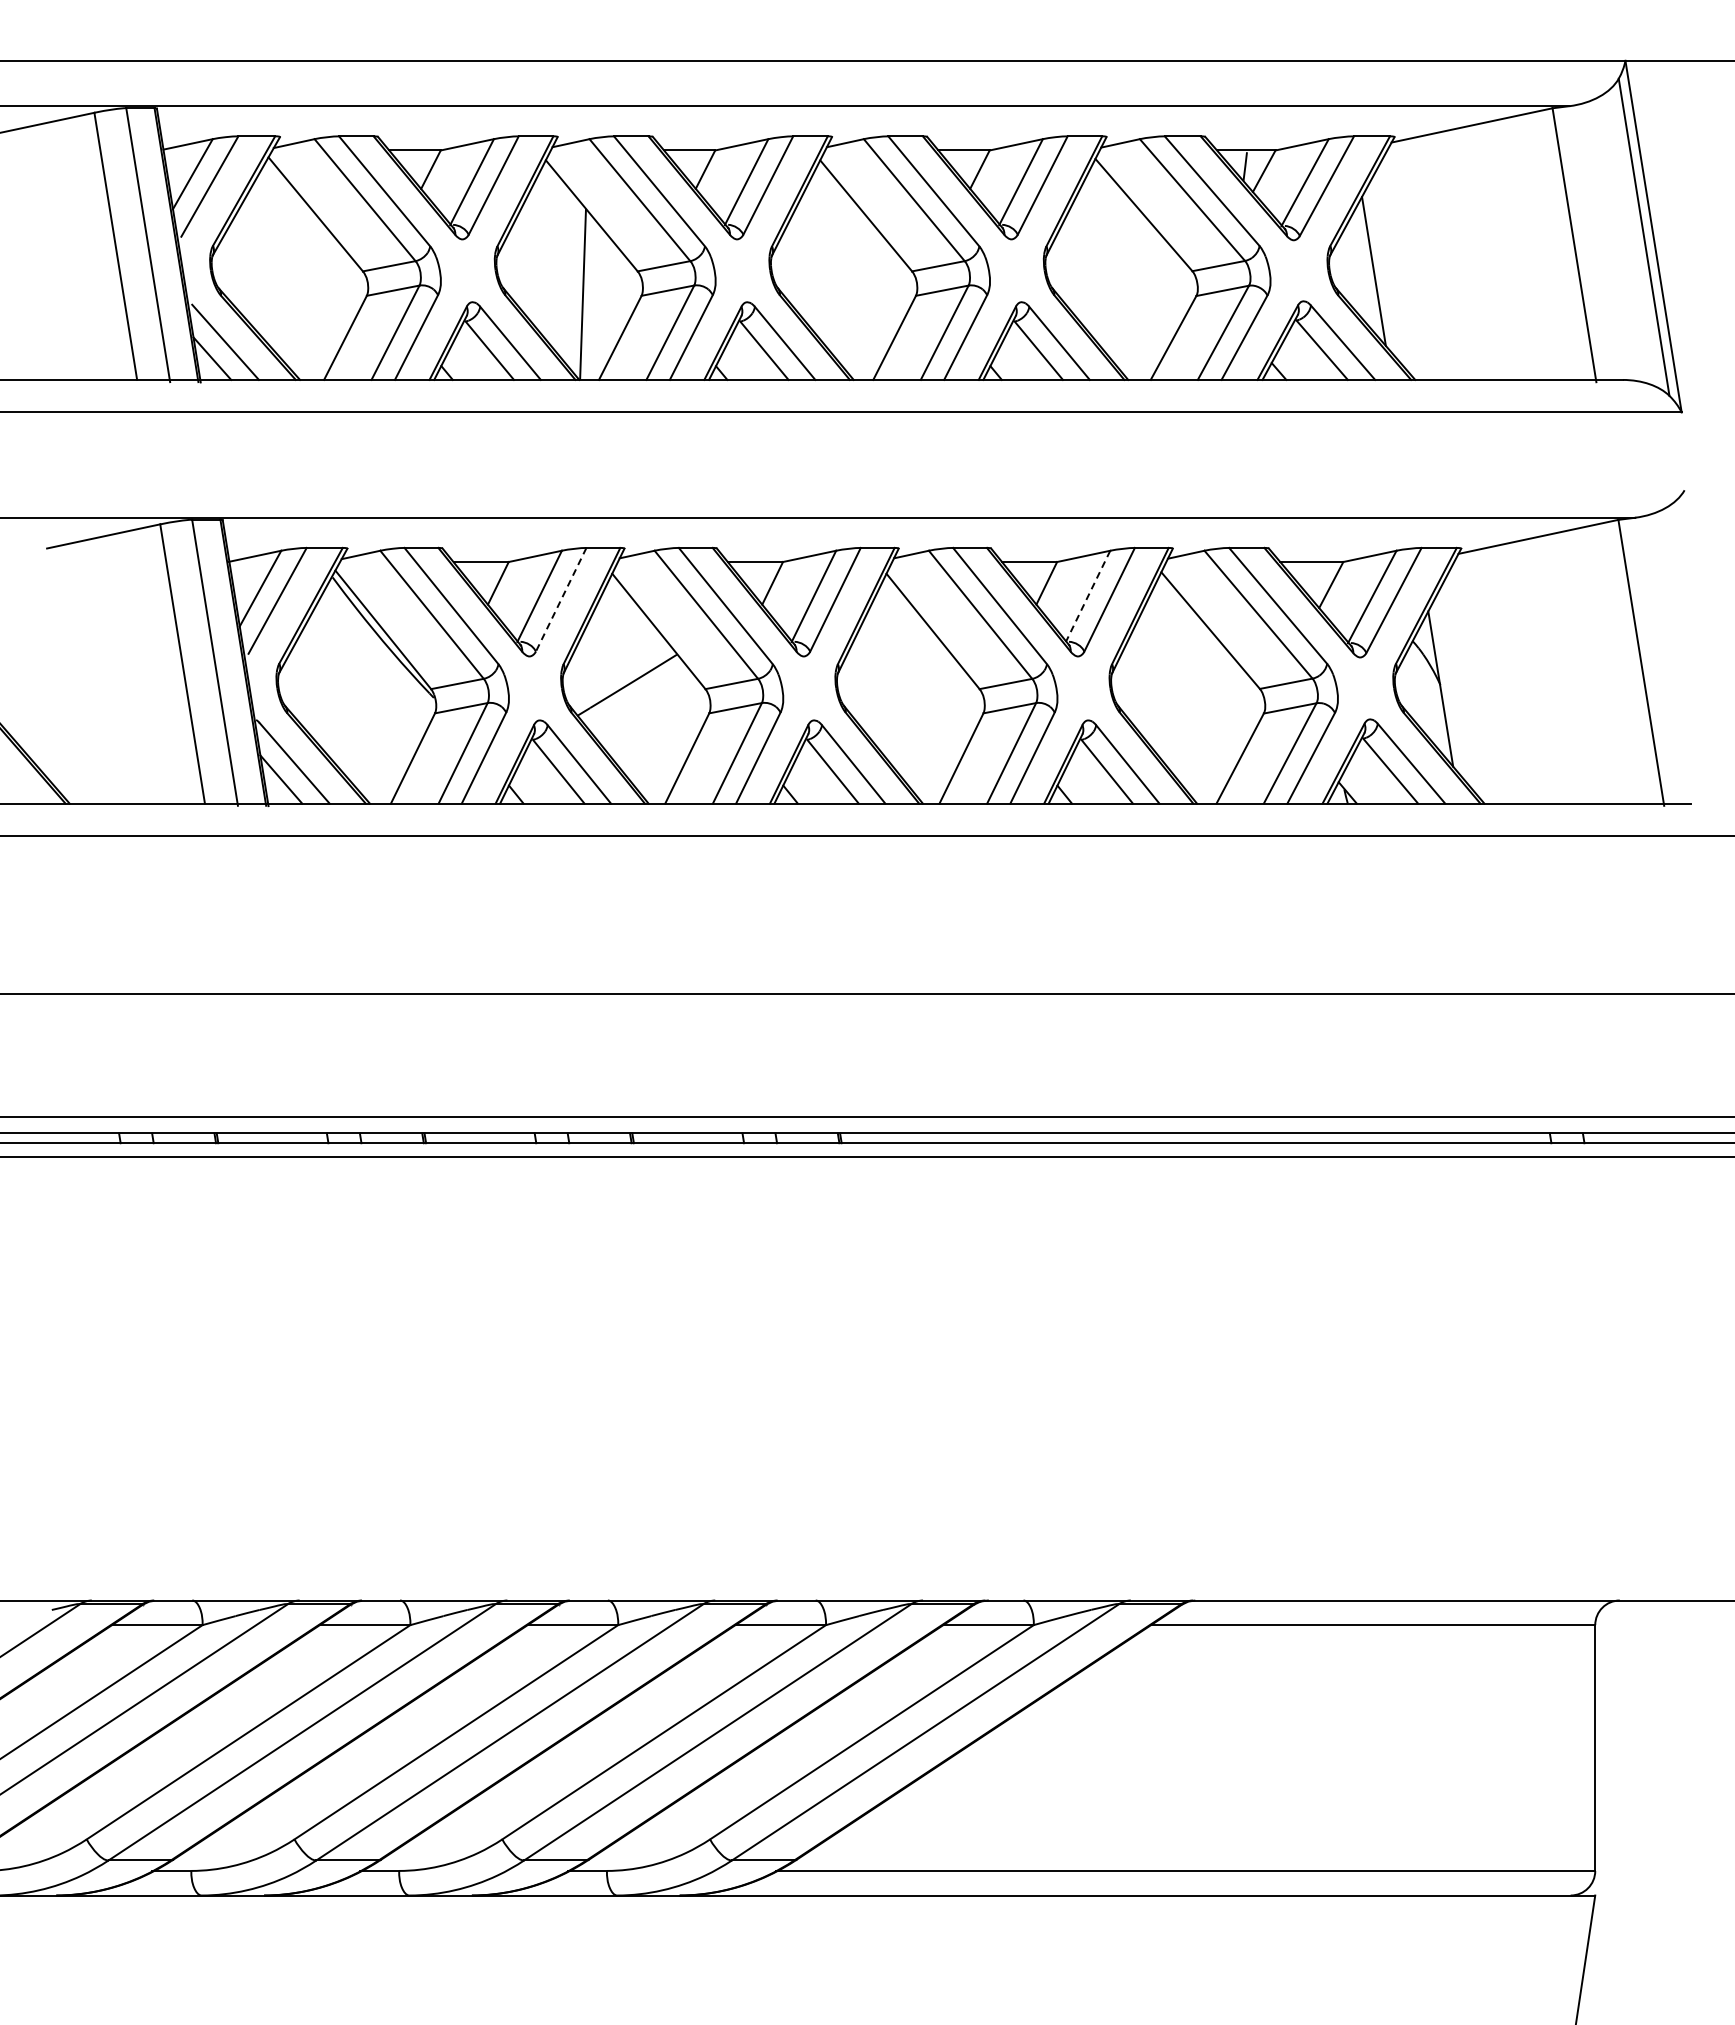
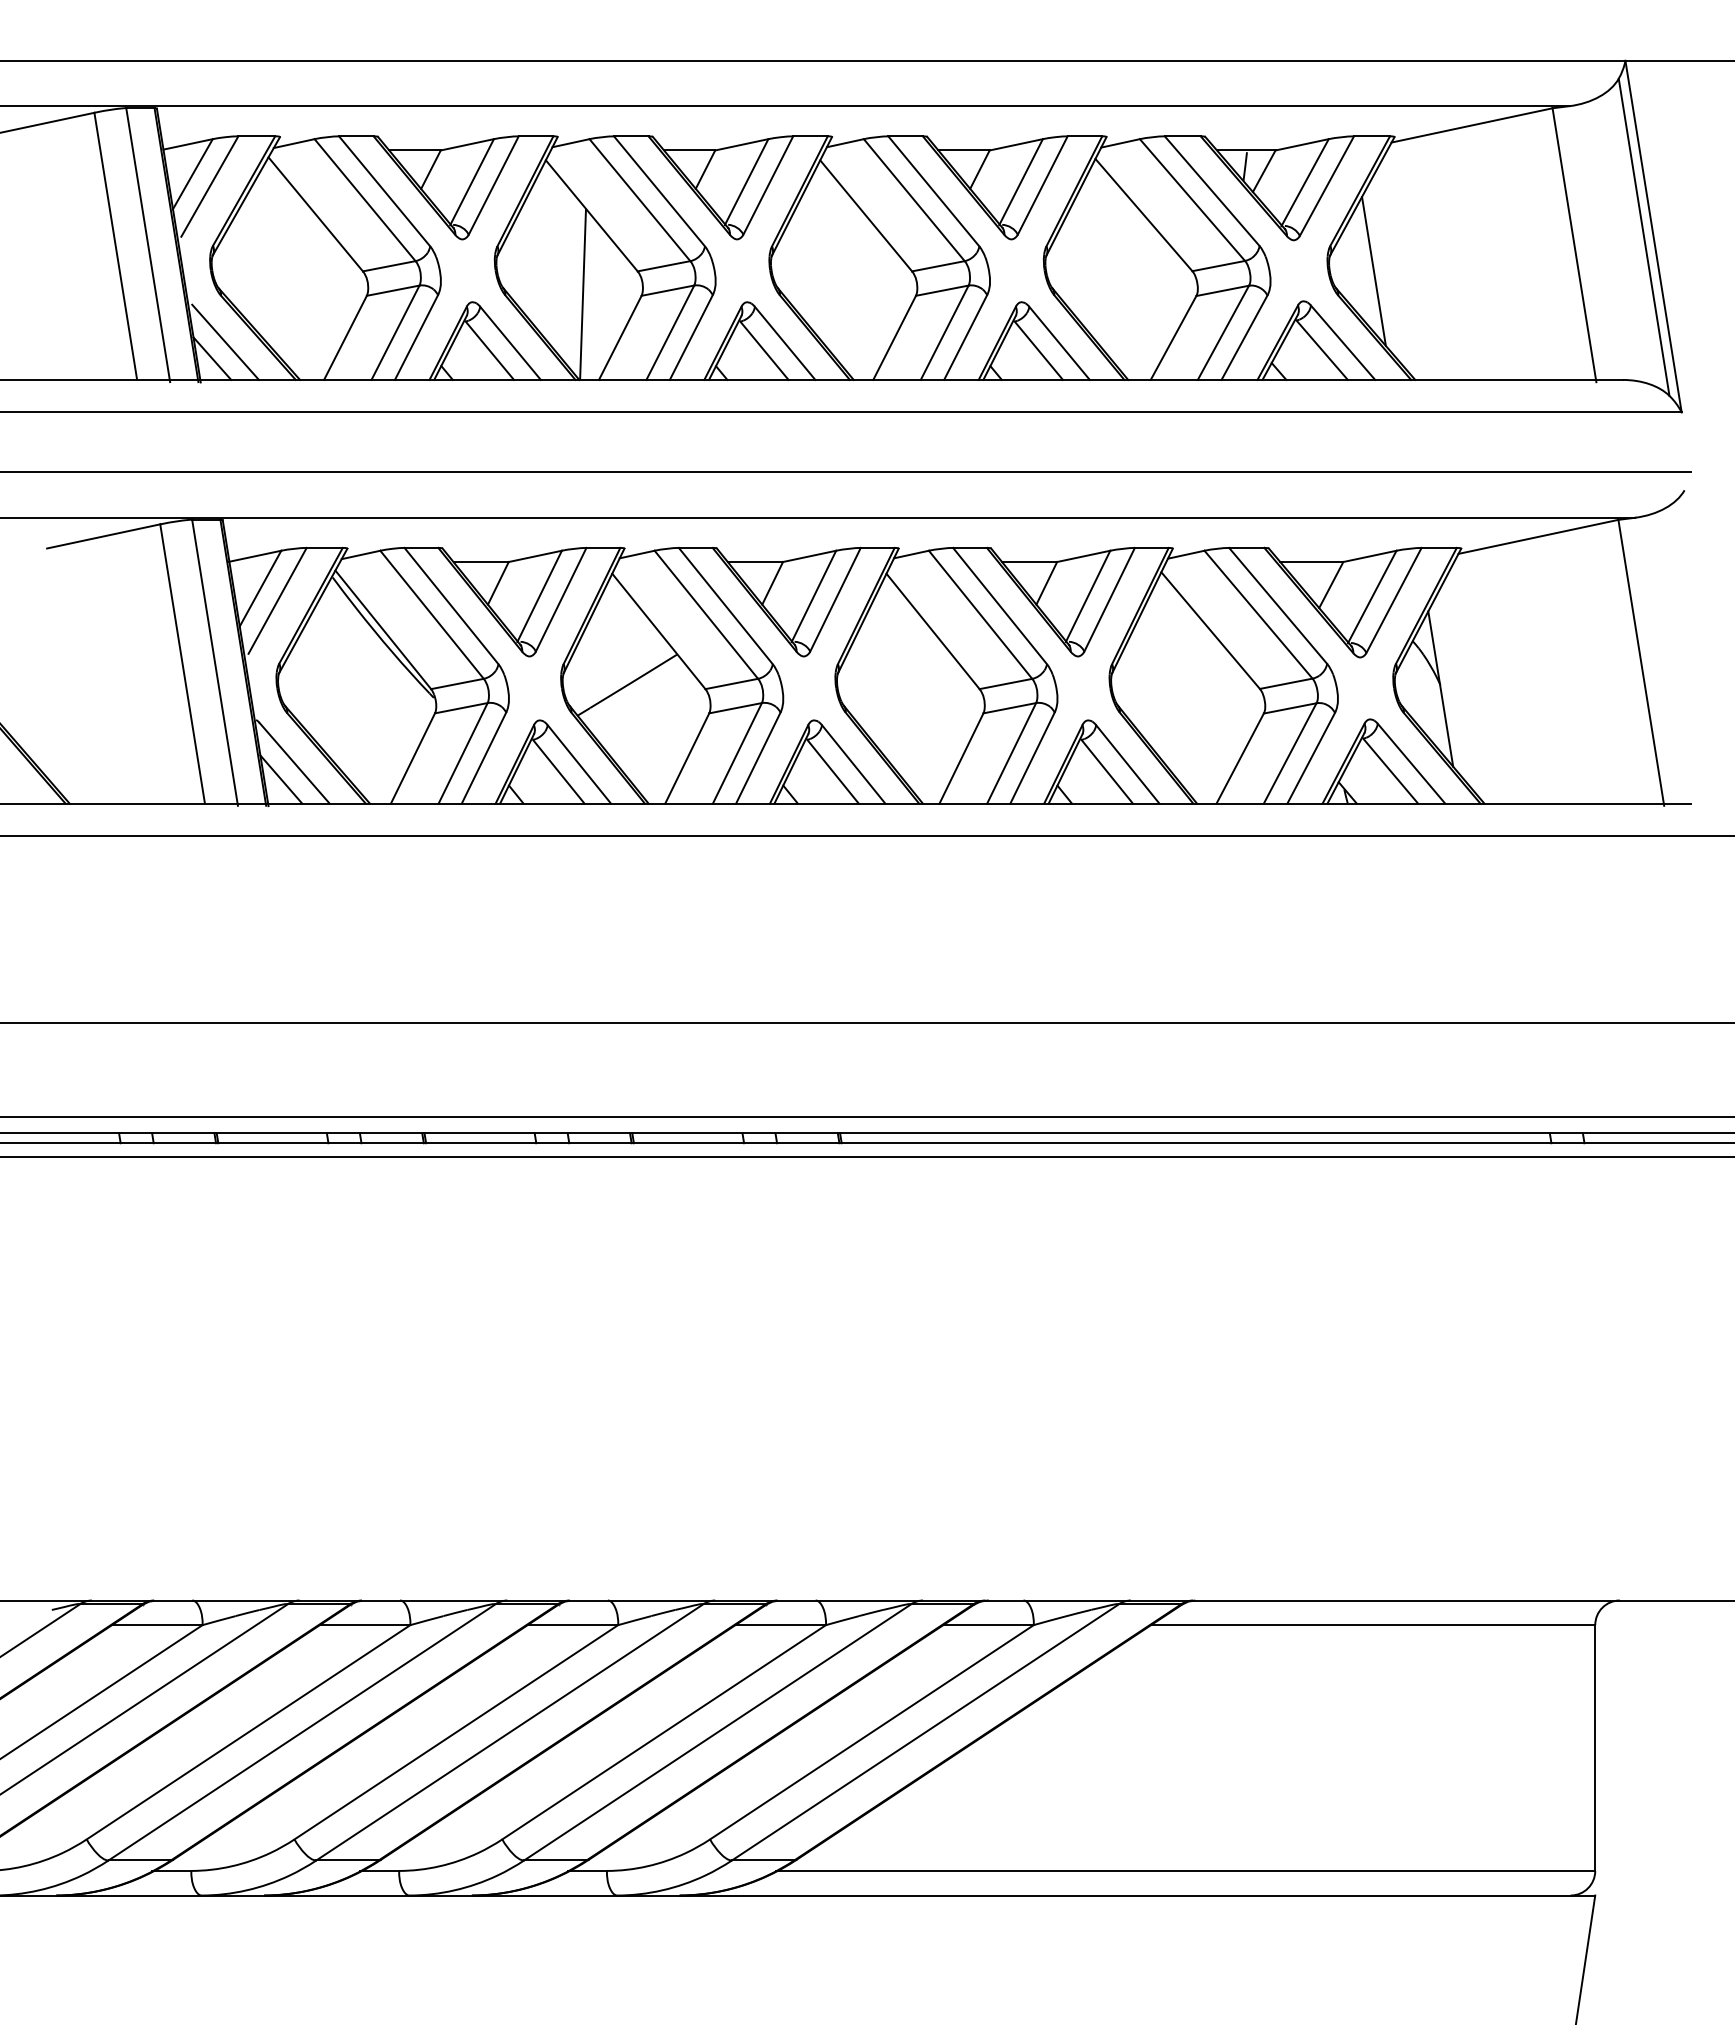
line at (846, 472): none -> present
line at (1088, 596): dashed -> solid
line at (561, 599): dashed -> solid
line at (866, 994) position: (866, 994) -> (866, 1023)
